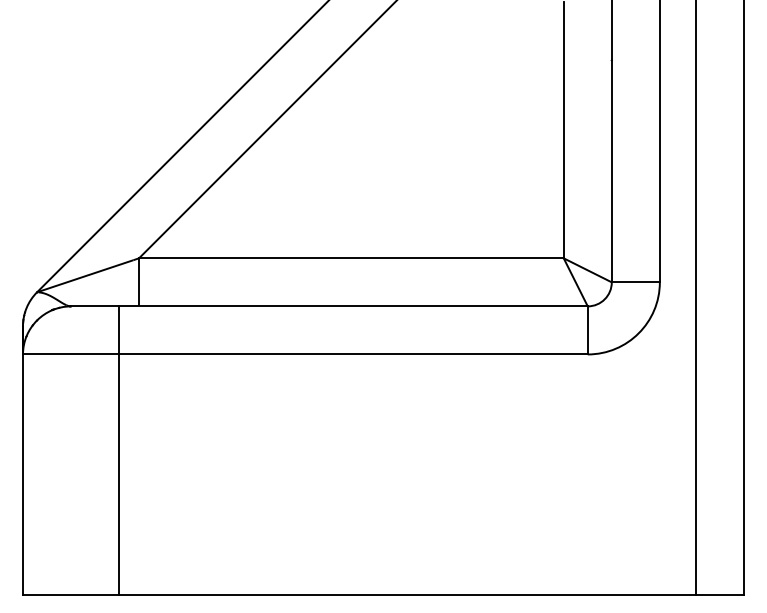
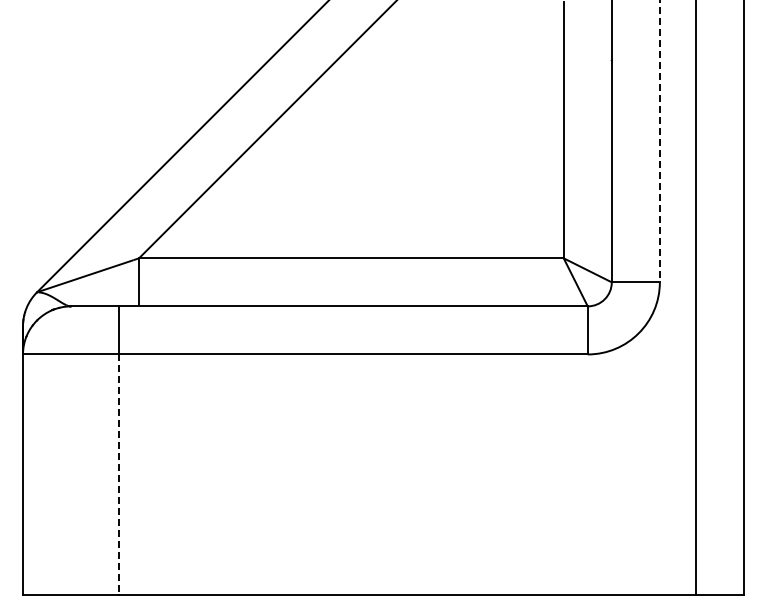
line at (659, 141): solid -> dashed
line at (119, 475): solid -> dashed
